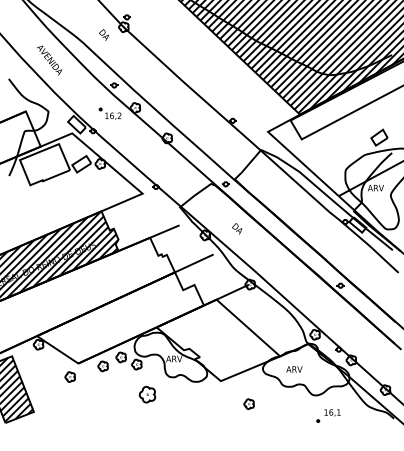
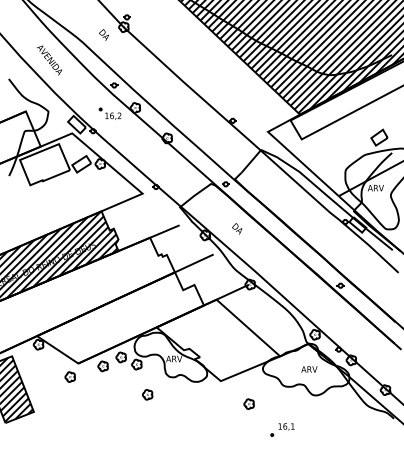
text at (294, 369) position: (294, 369) -> (309, 369)
part at (147, 394) size: 19x18 px -> 12x12 px
part at (328, 415) position: (328, 415) -> (282, 429)
